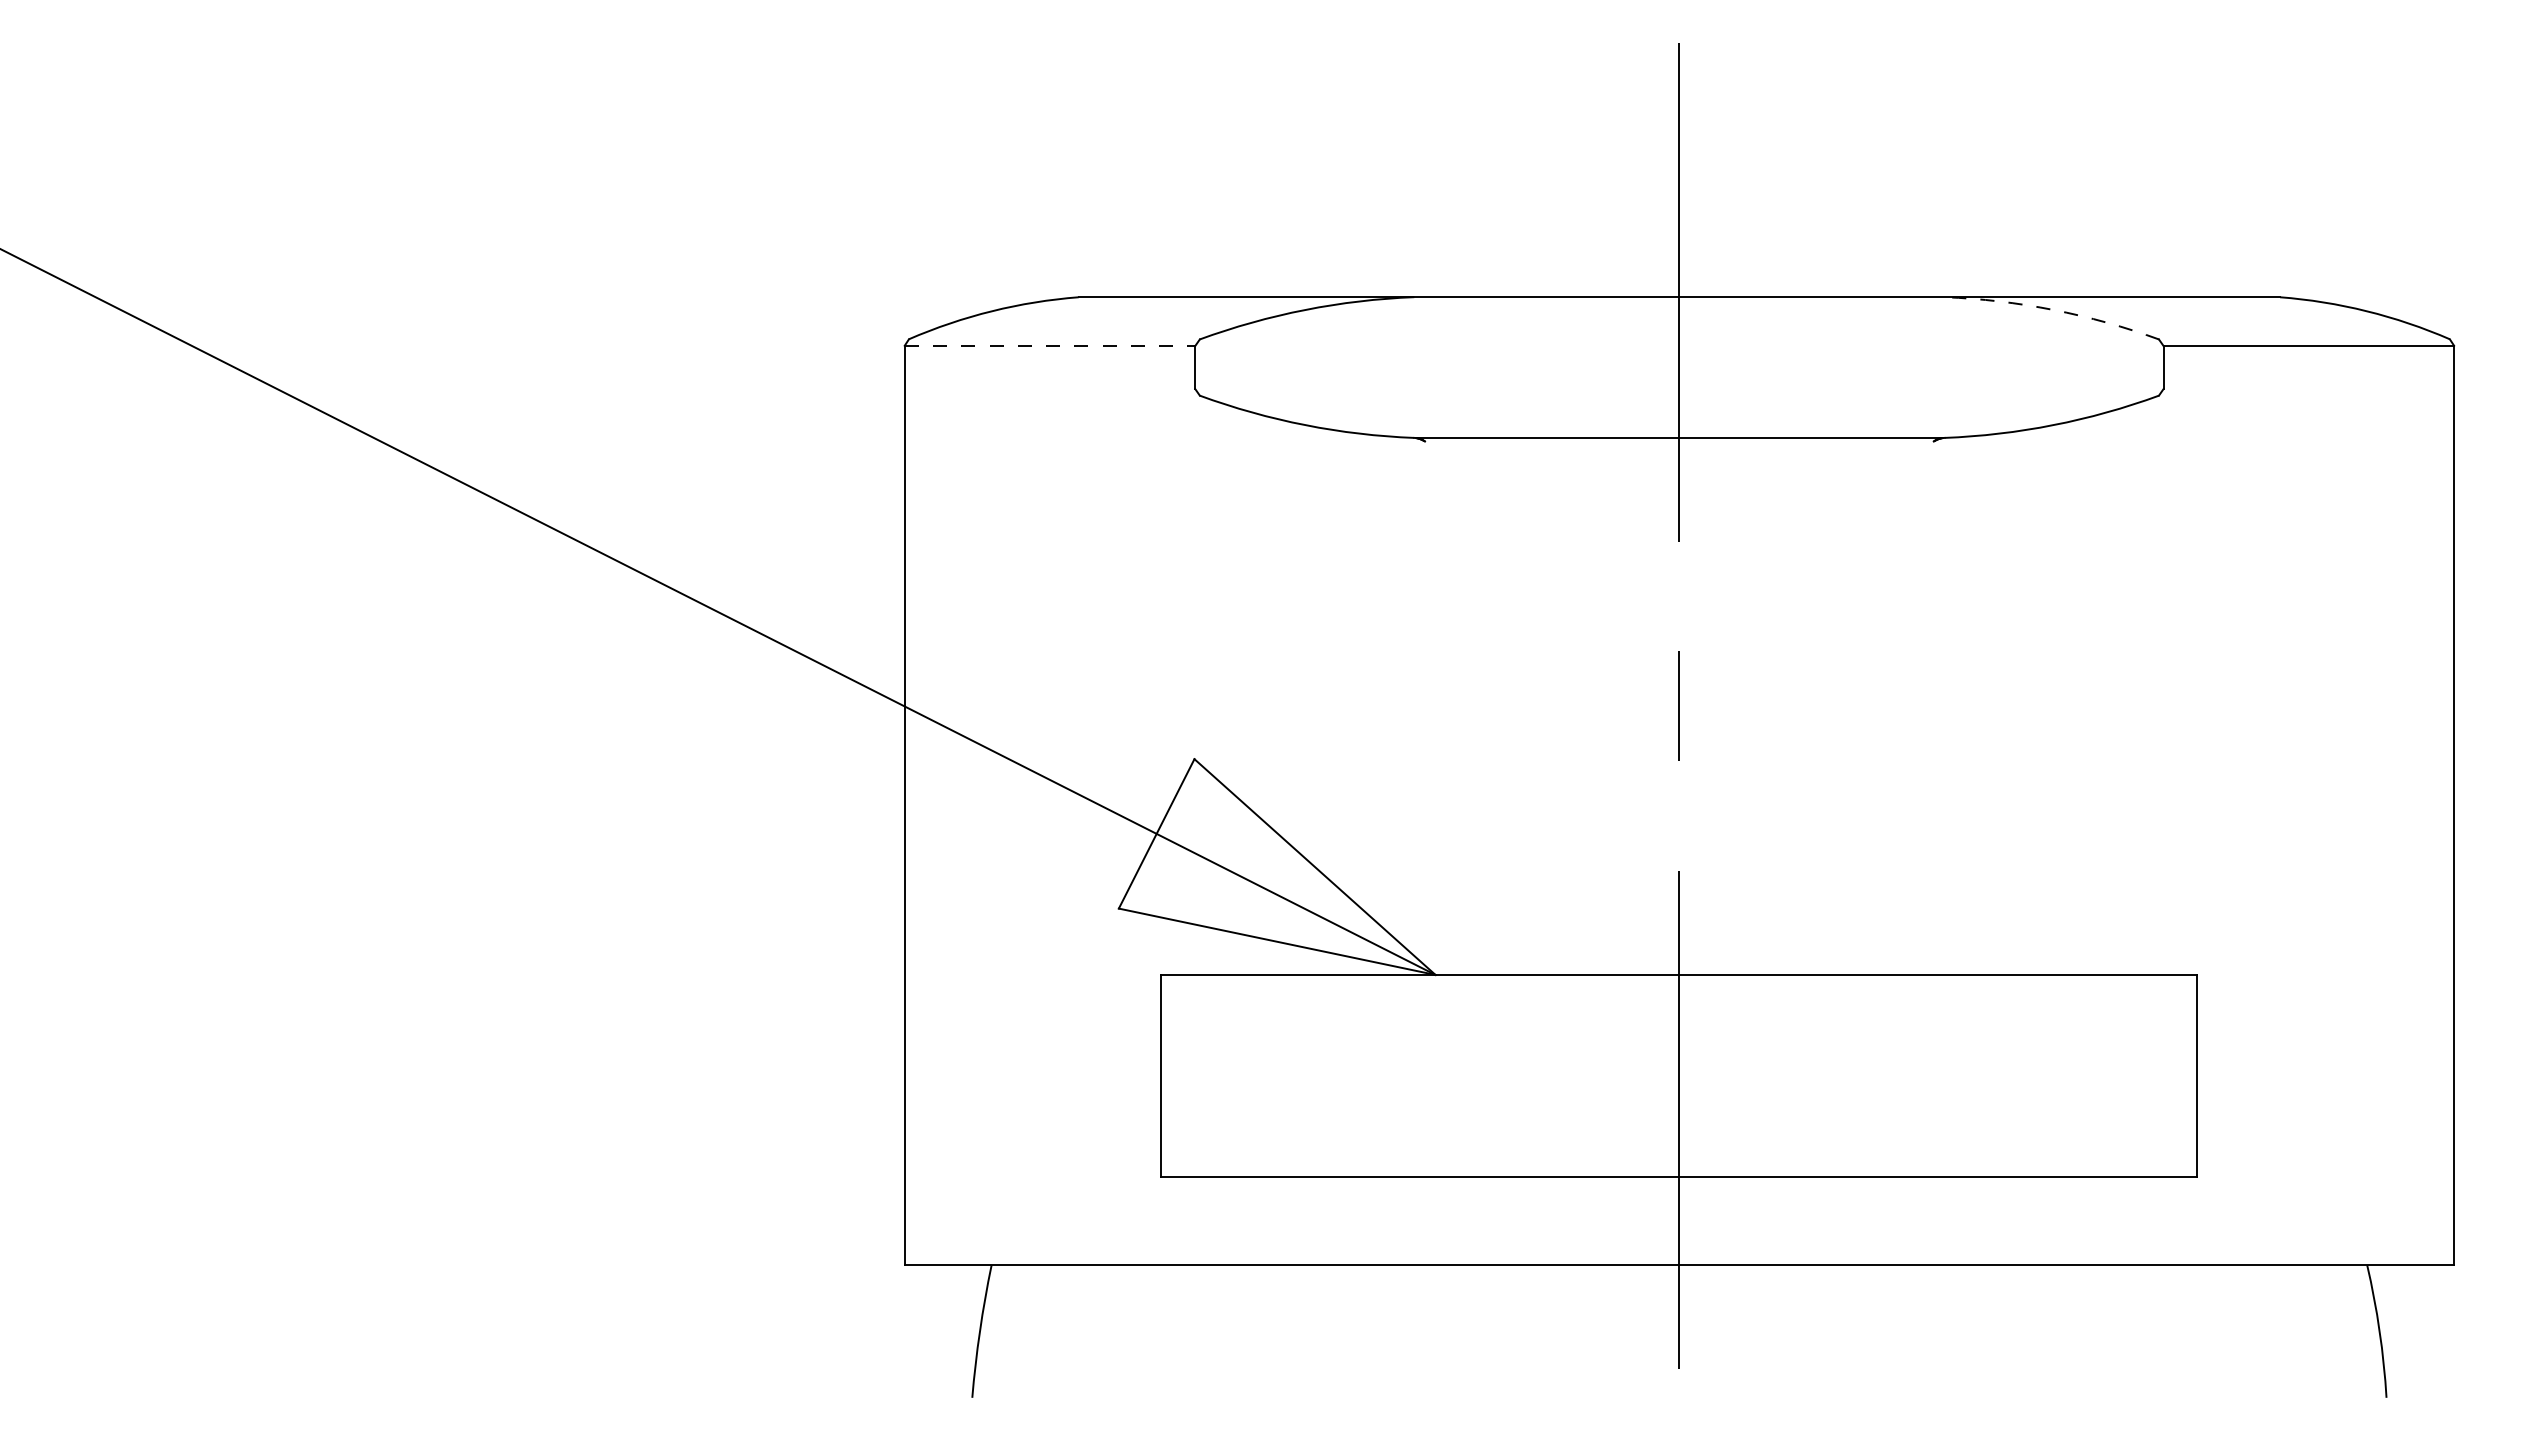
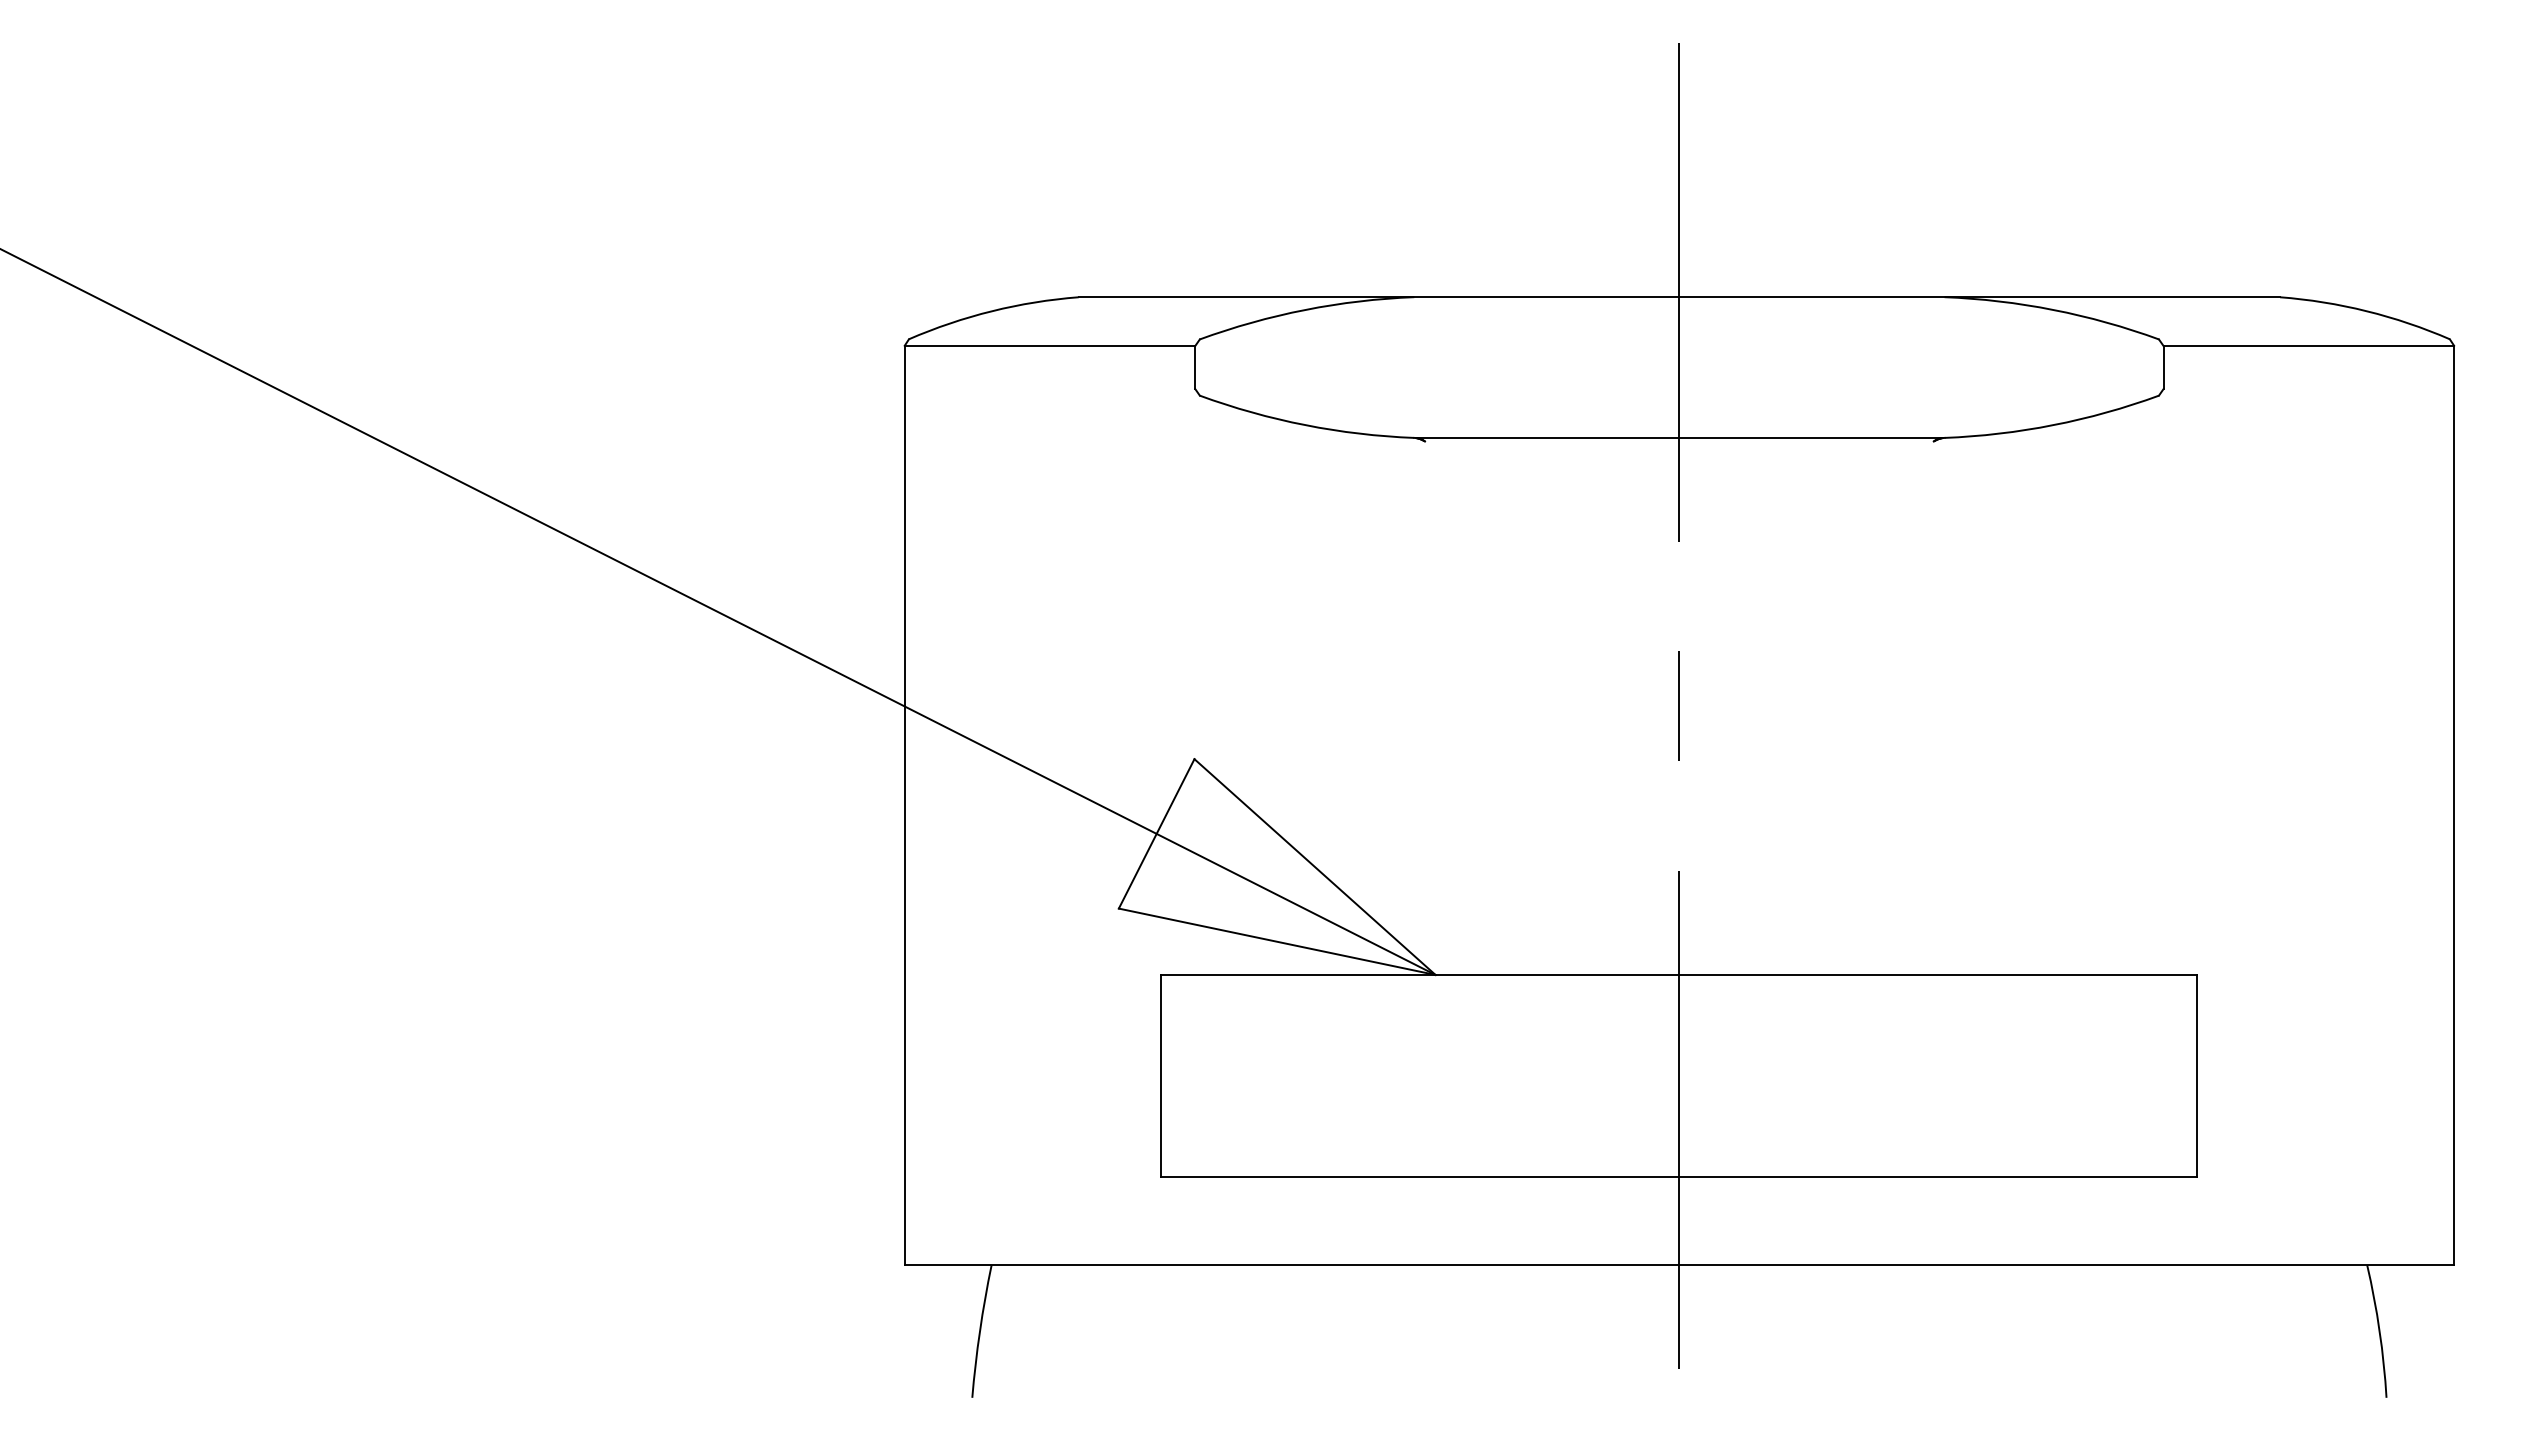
arc at (2053, 309): dashed -> solid
line at (1050, 345): dashed -> solid
